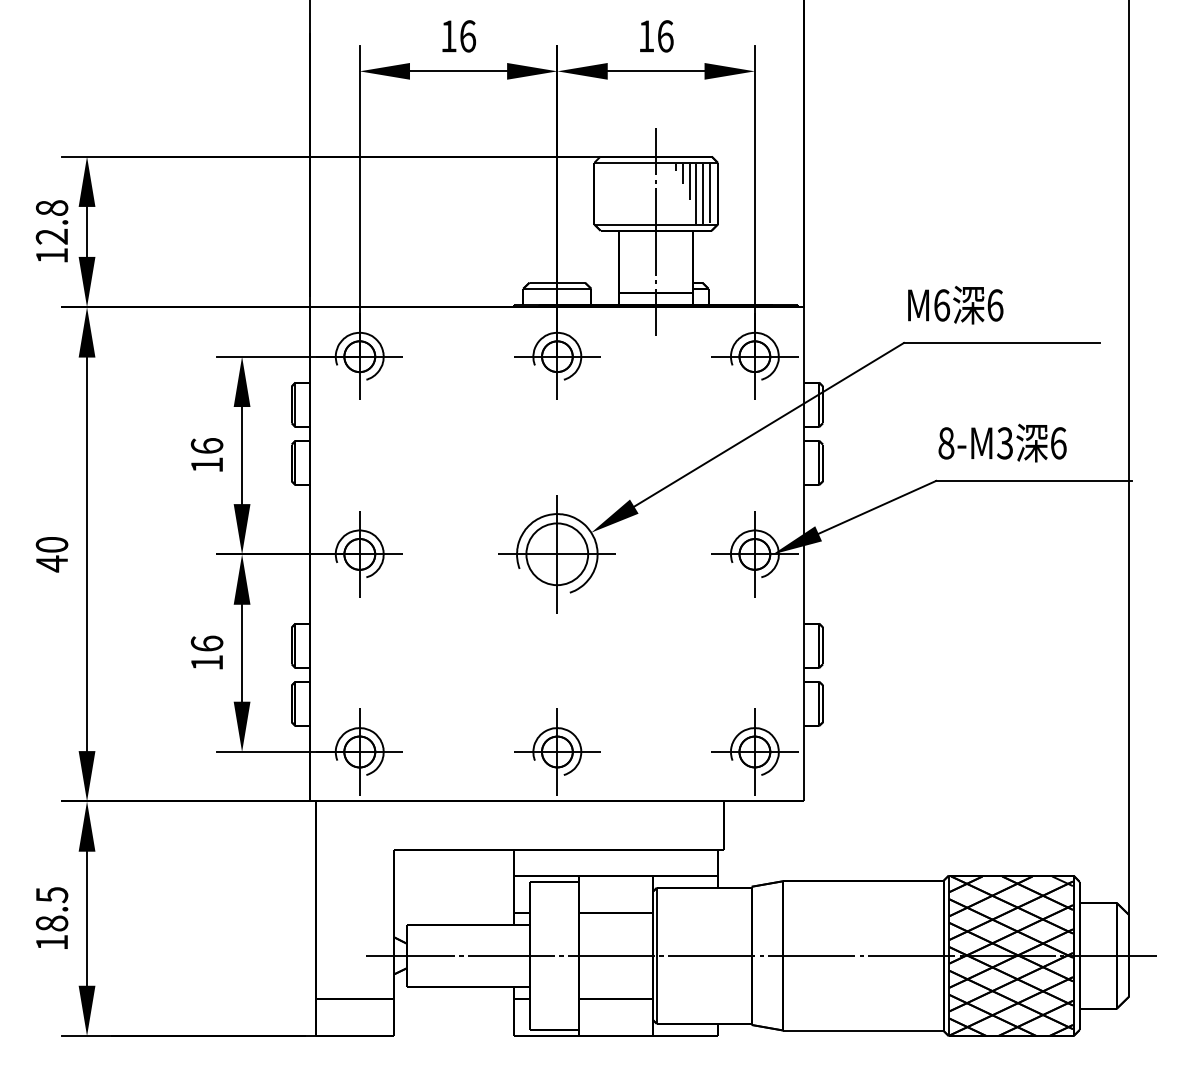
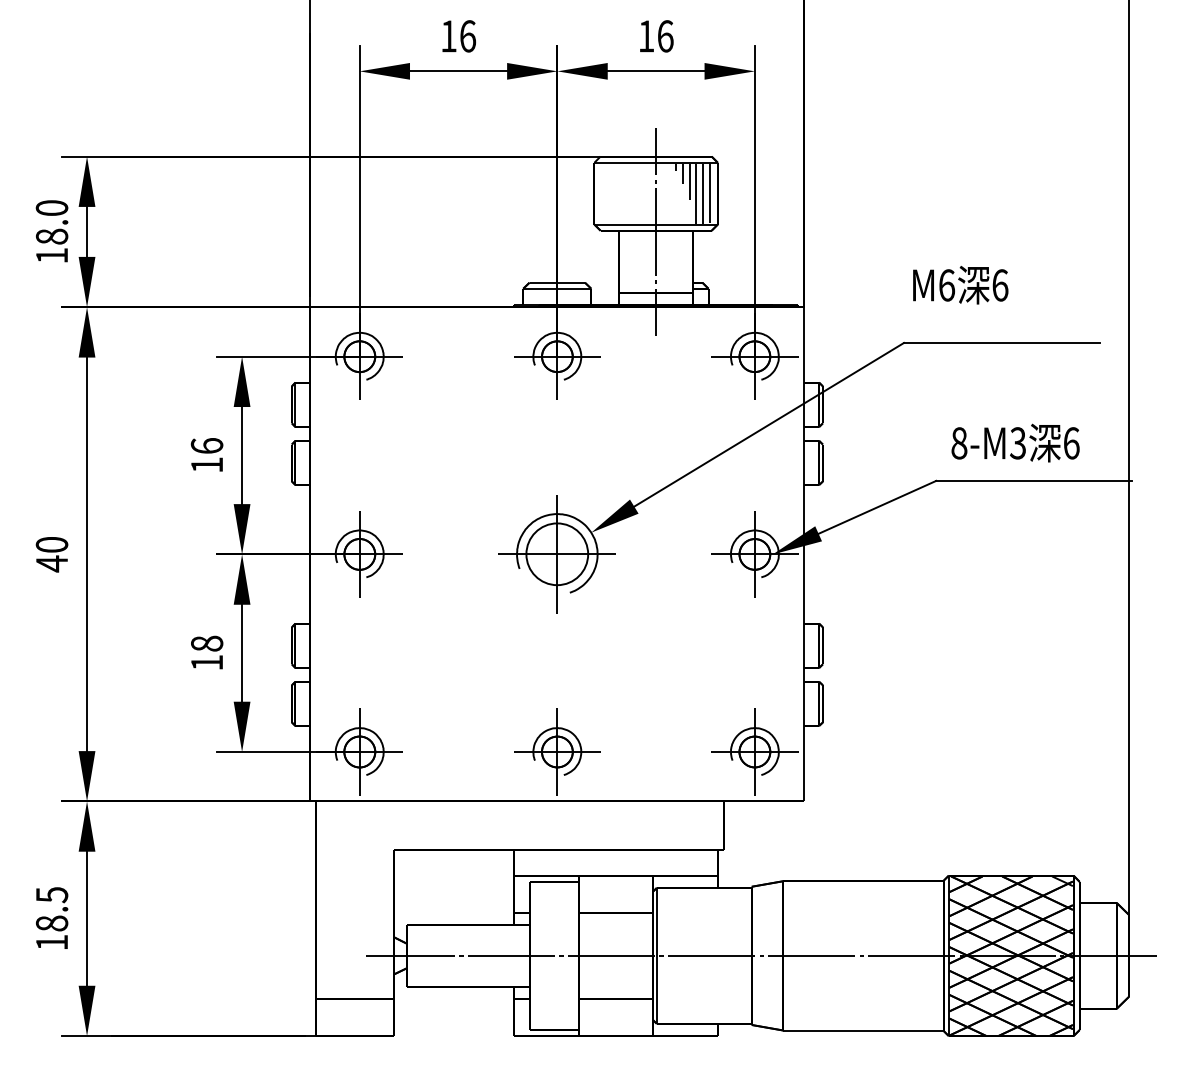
text at (51, 222): 12.8 -> 18.0
text at (955, 305) position: (955, 305) -> (960, 285)
text at (1002, 442) position: (1002, 442) -> (1015, 442)
text at (206, 643): 16 -> 18
